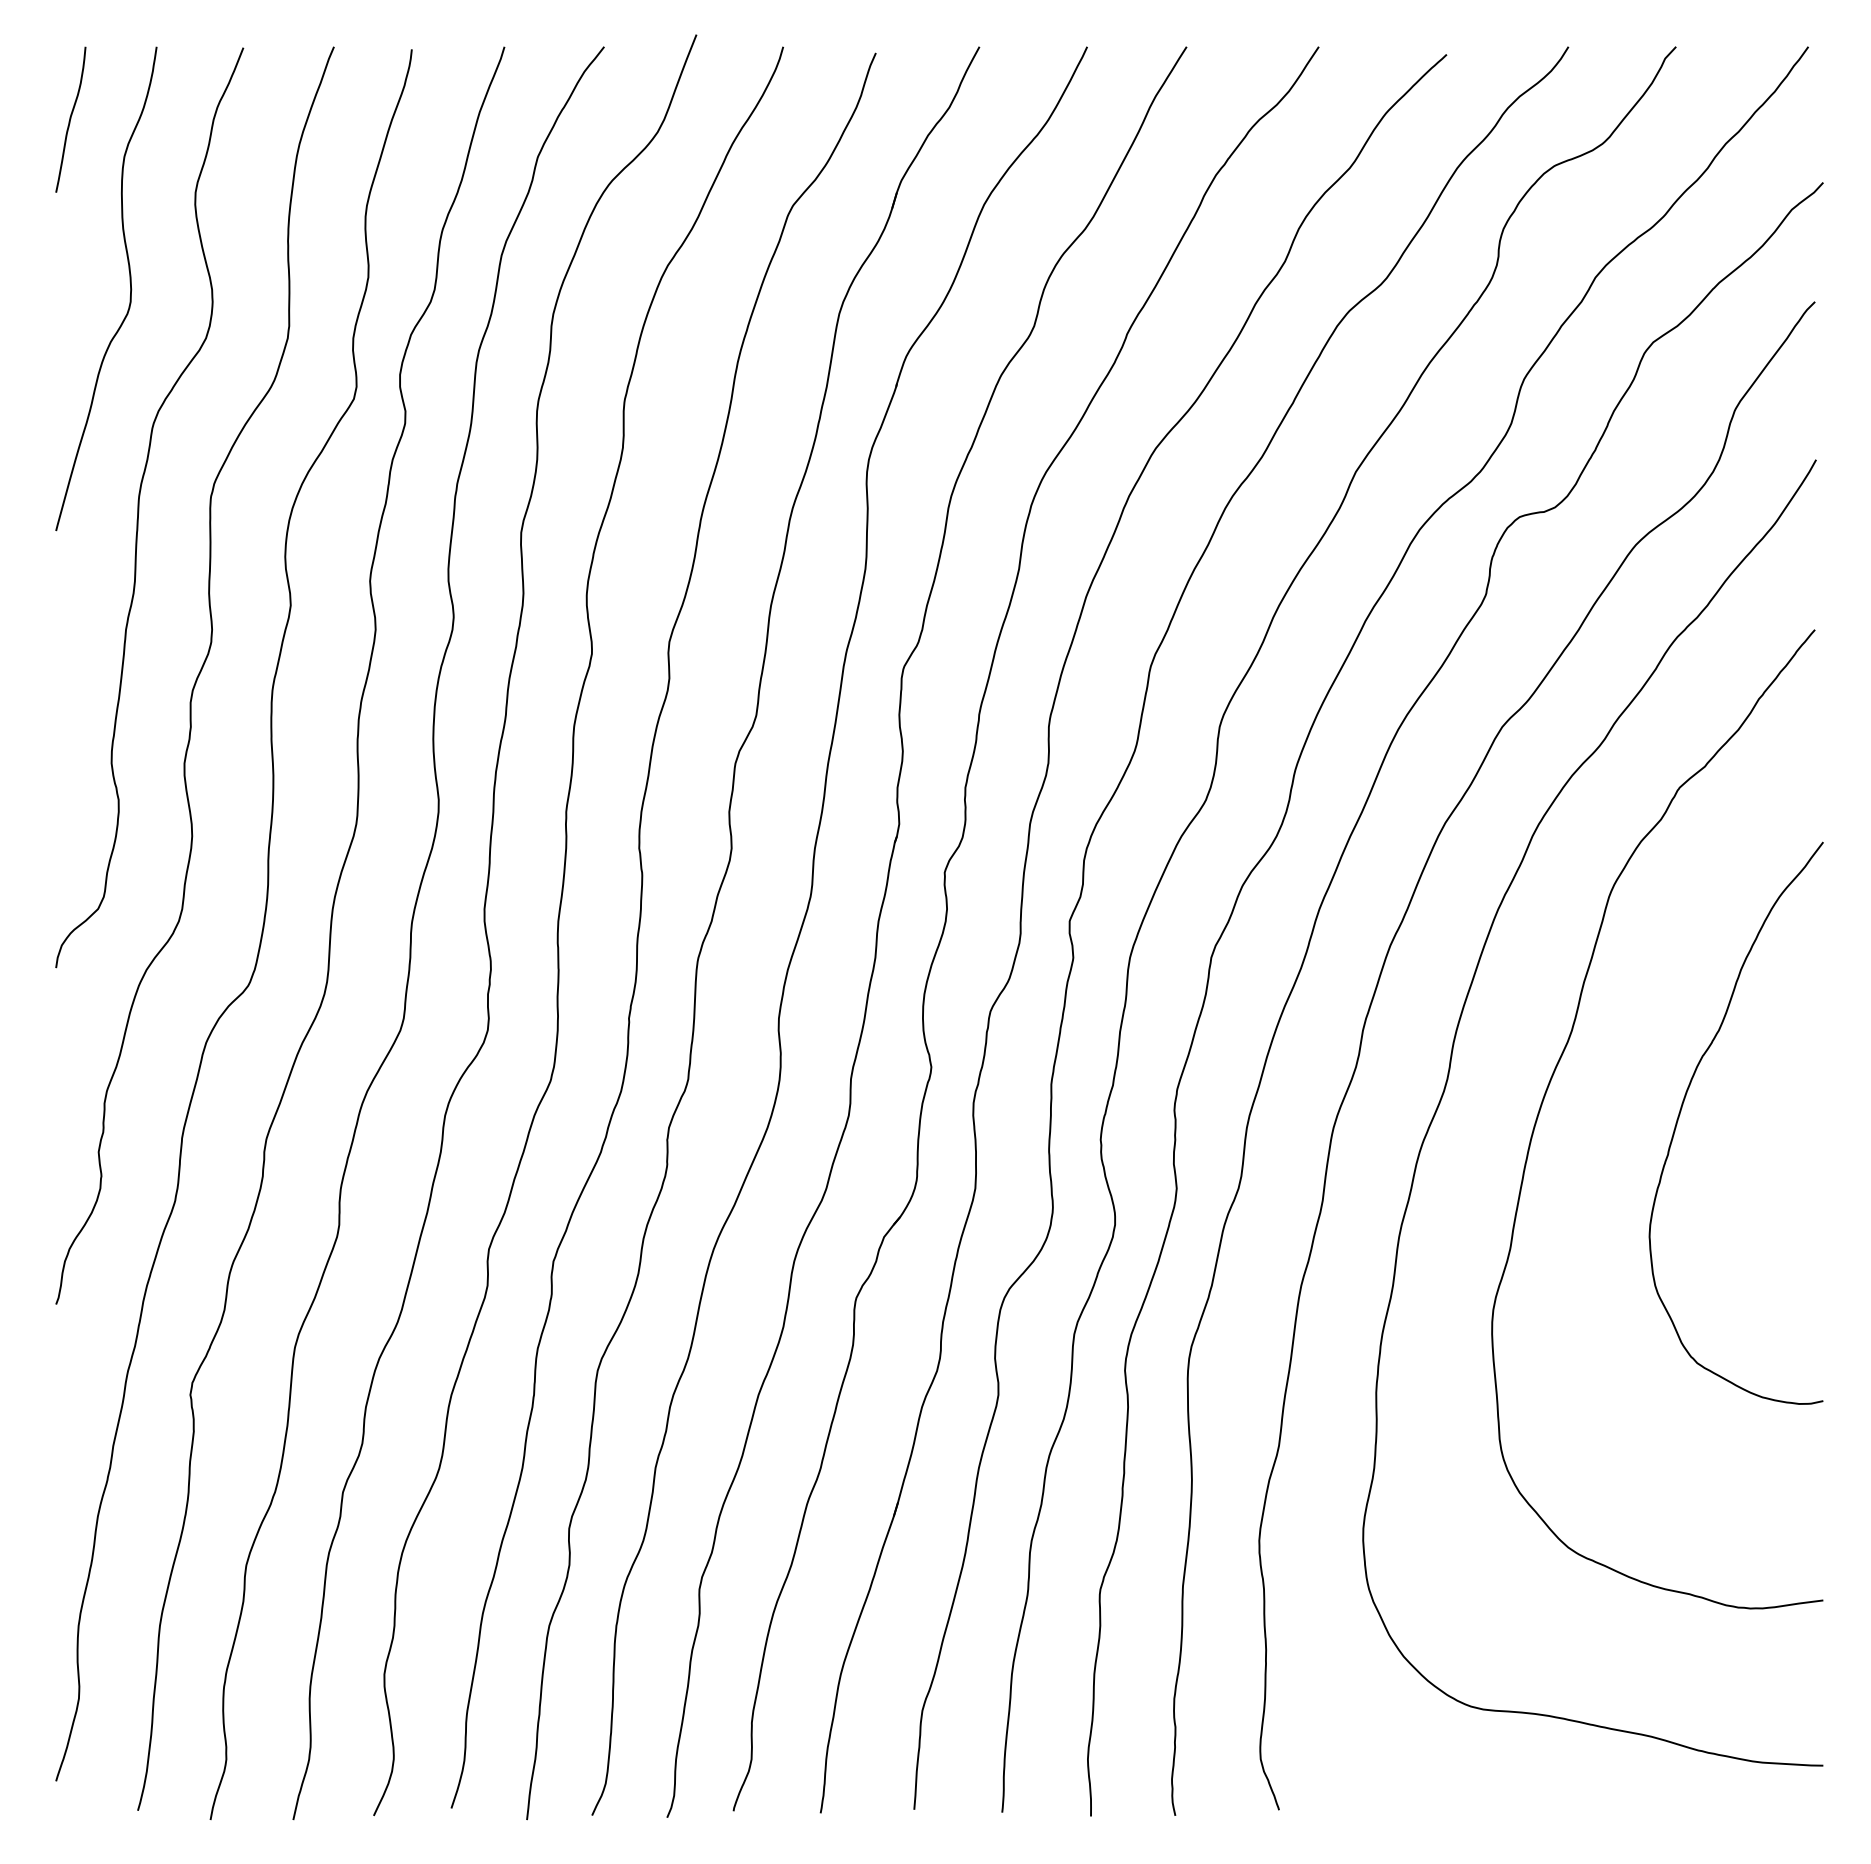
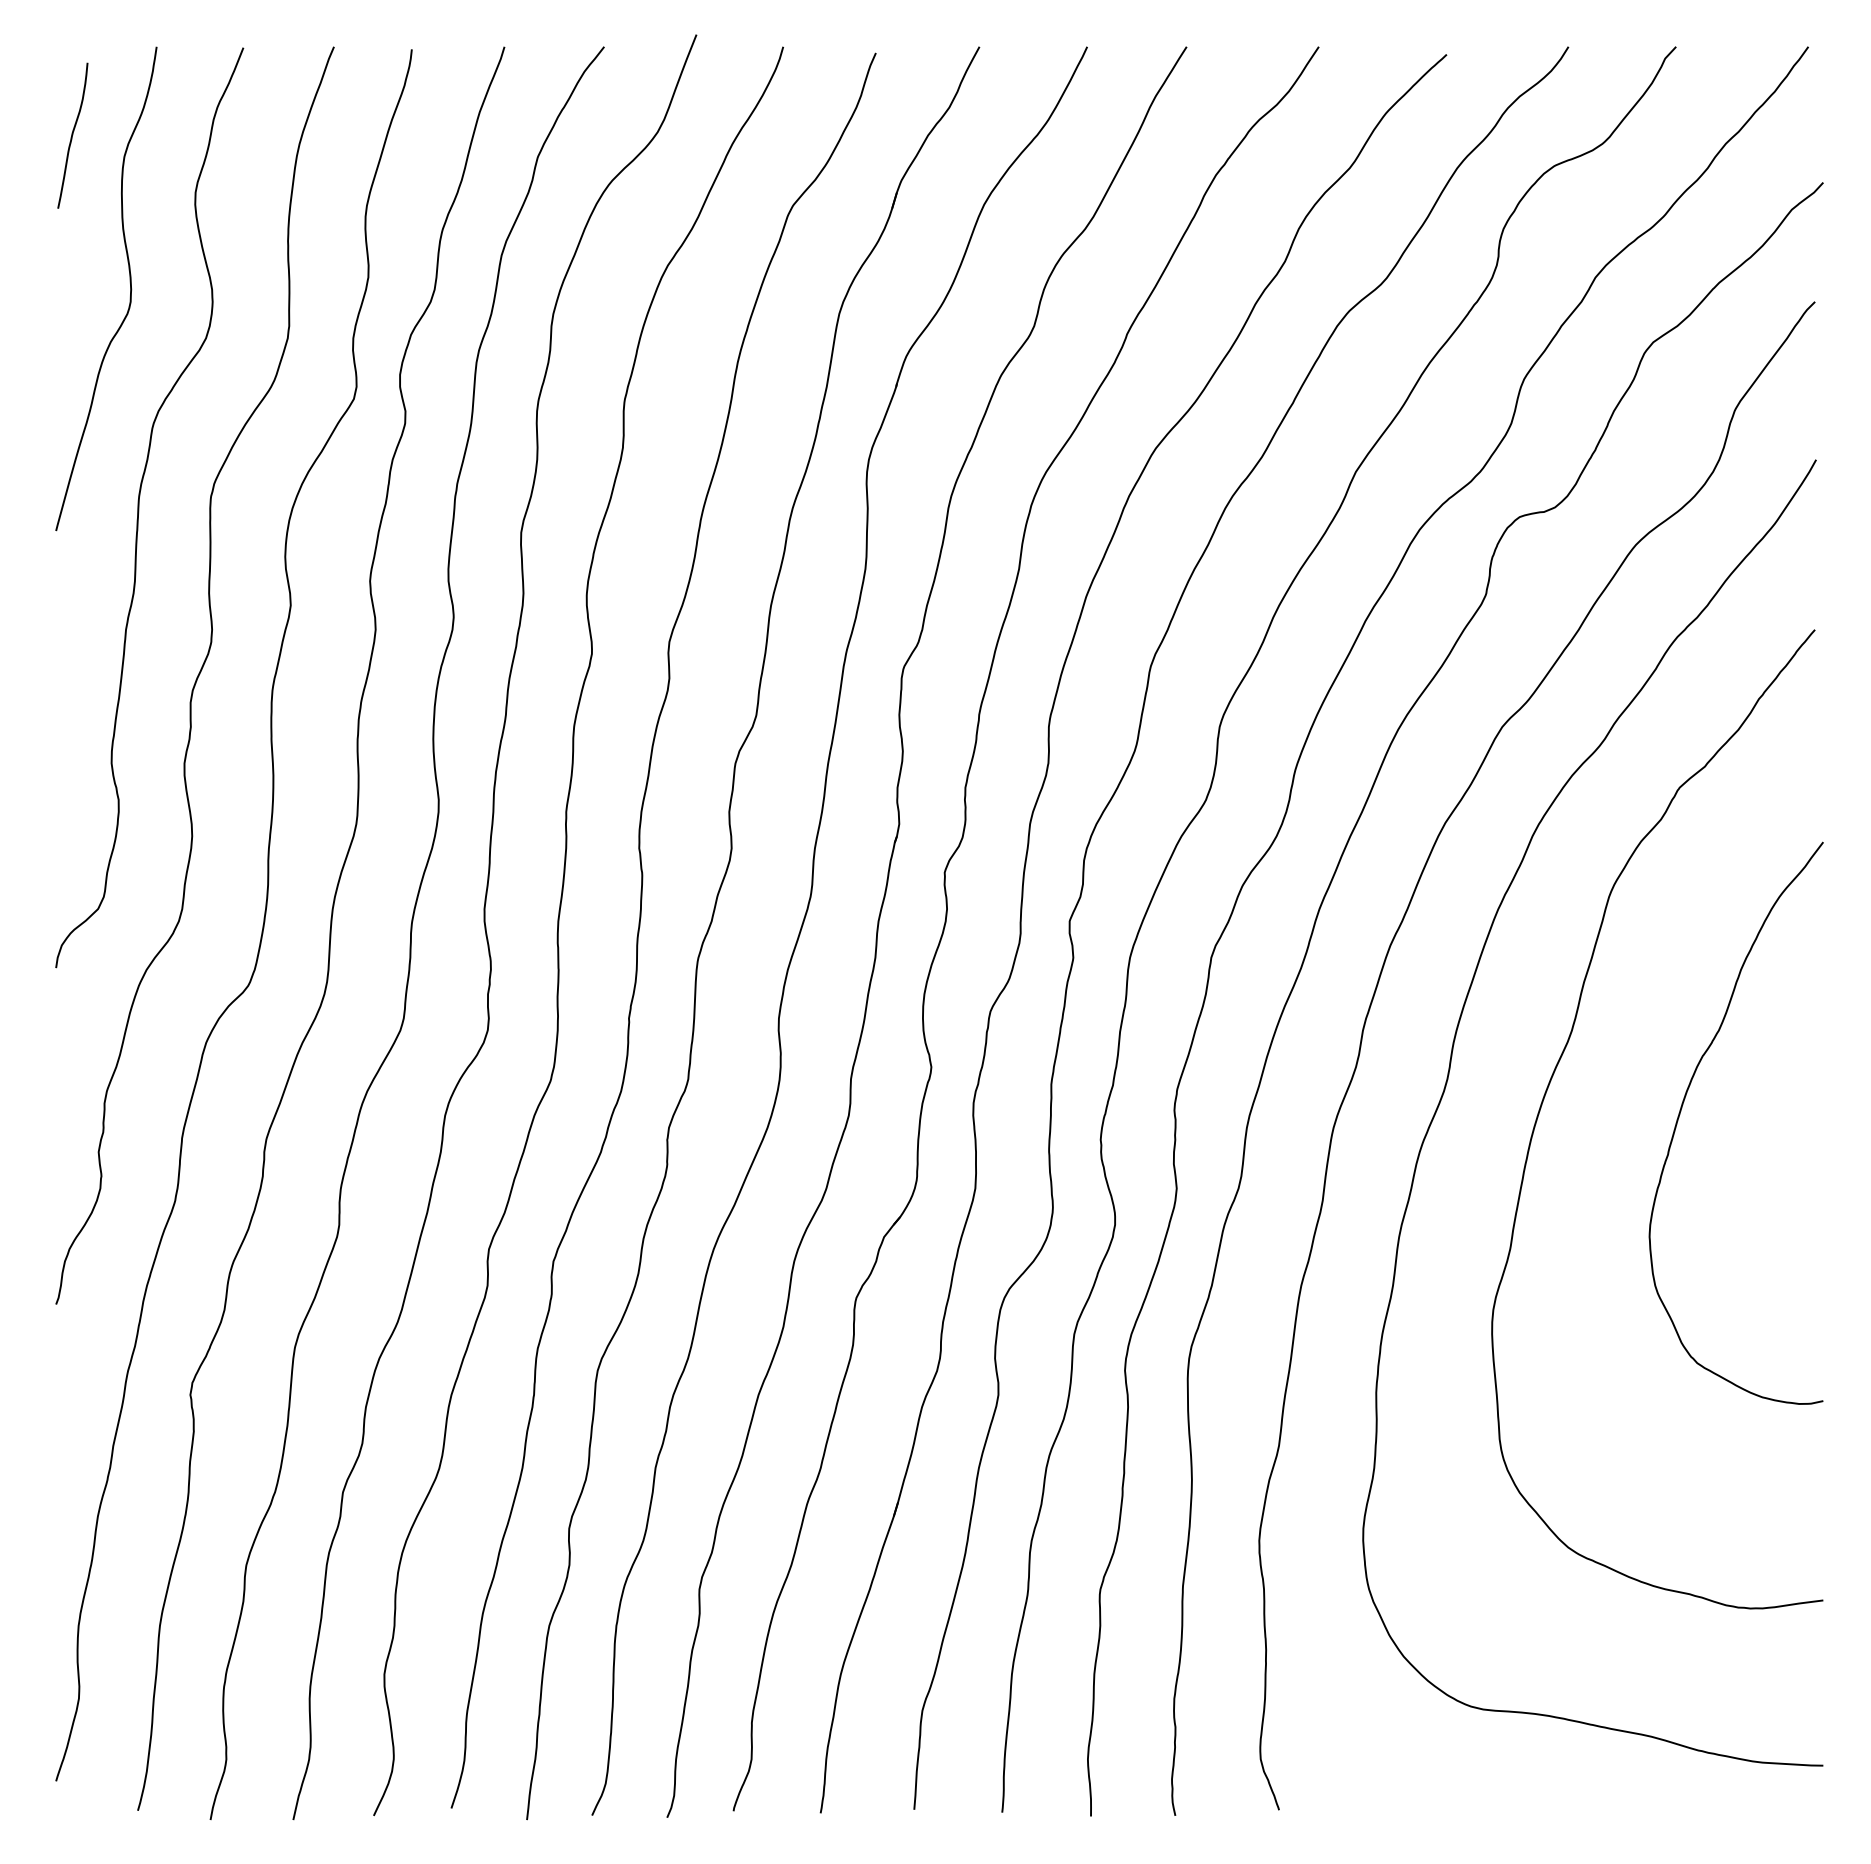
curve at (70, 119) position: (70, 119) -> (72, 135)
